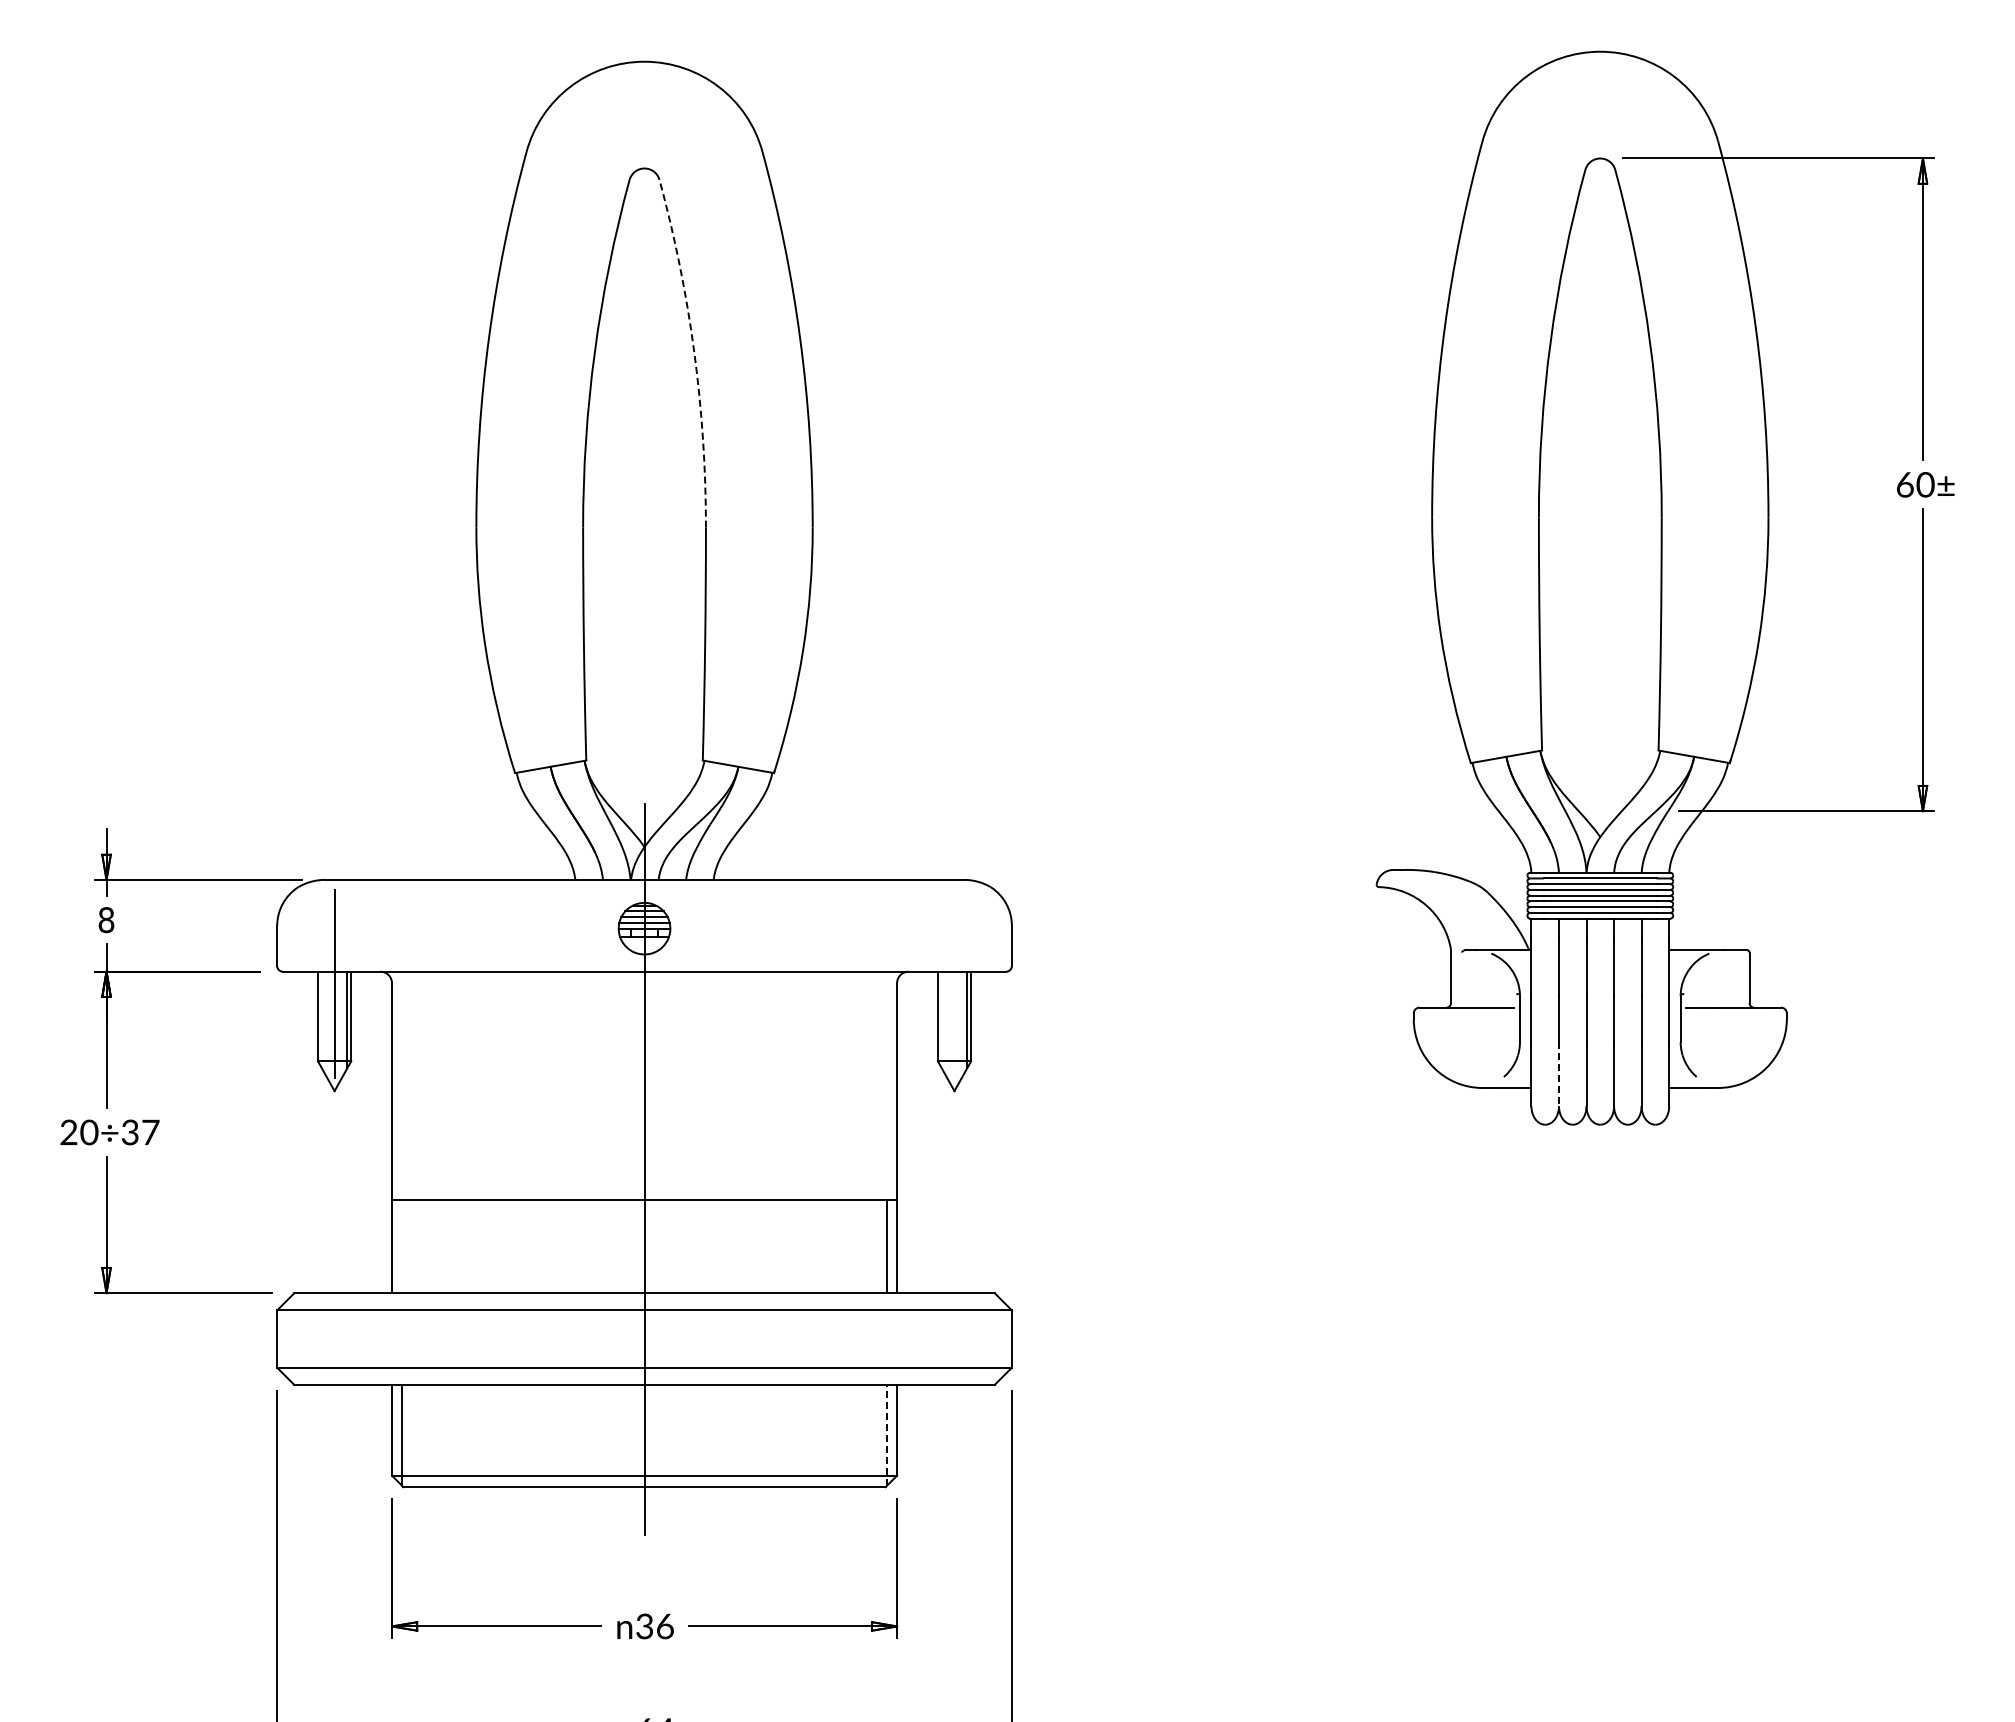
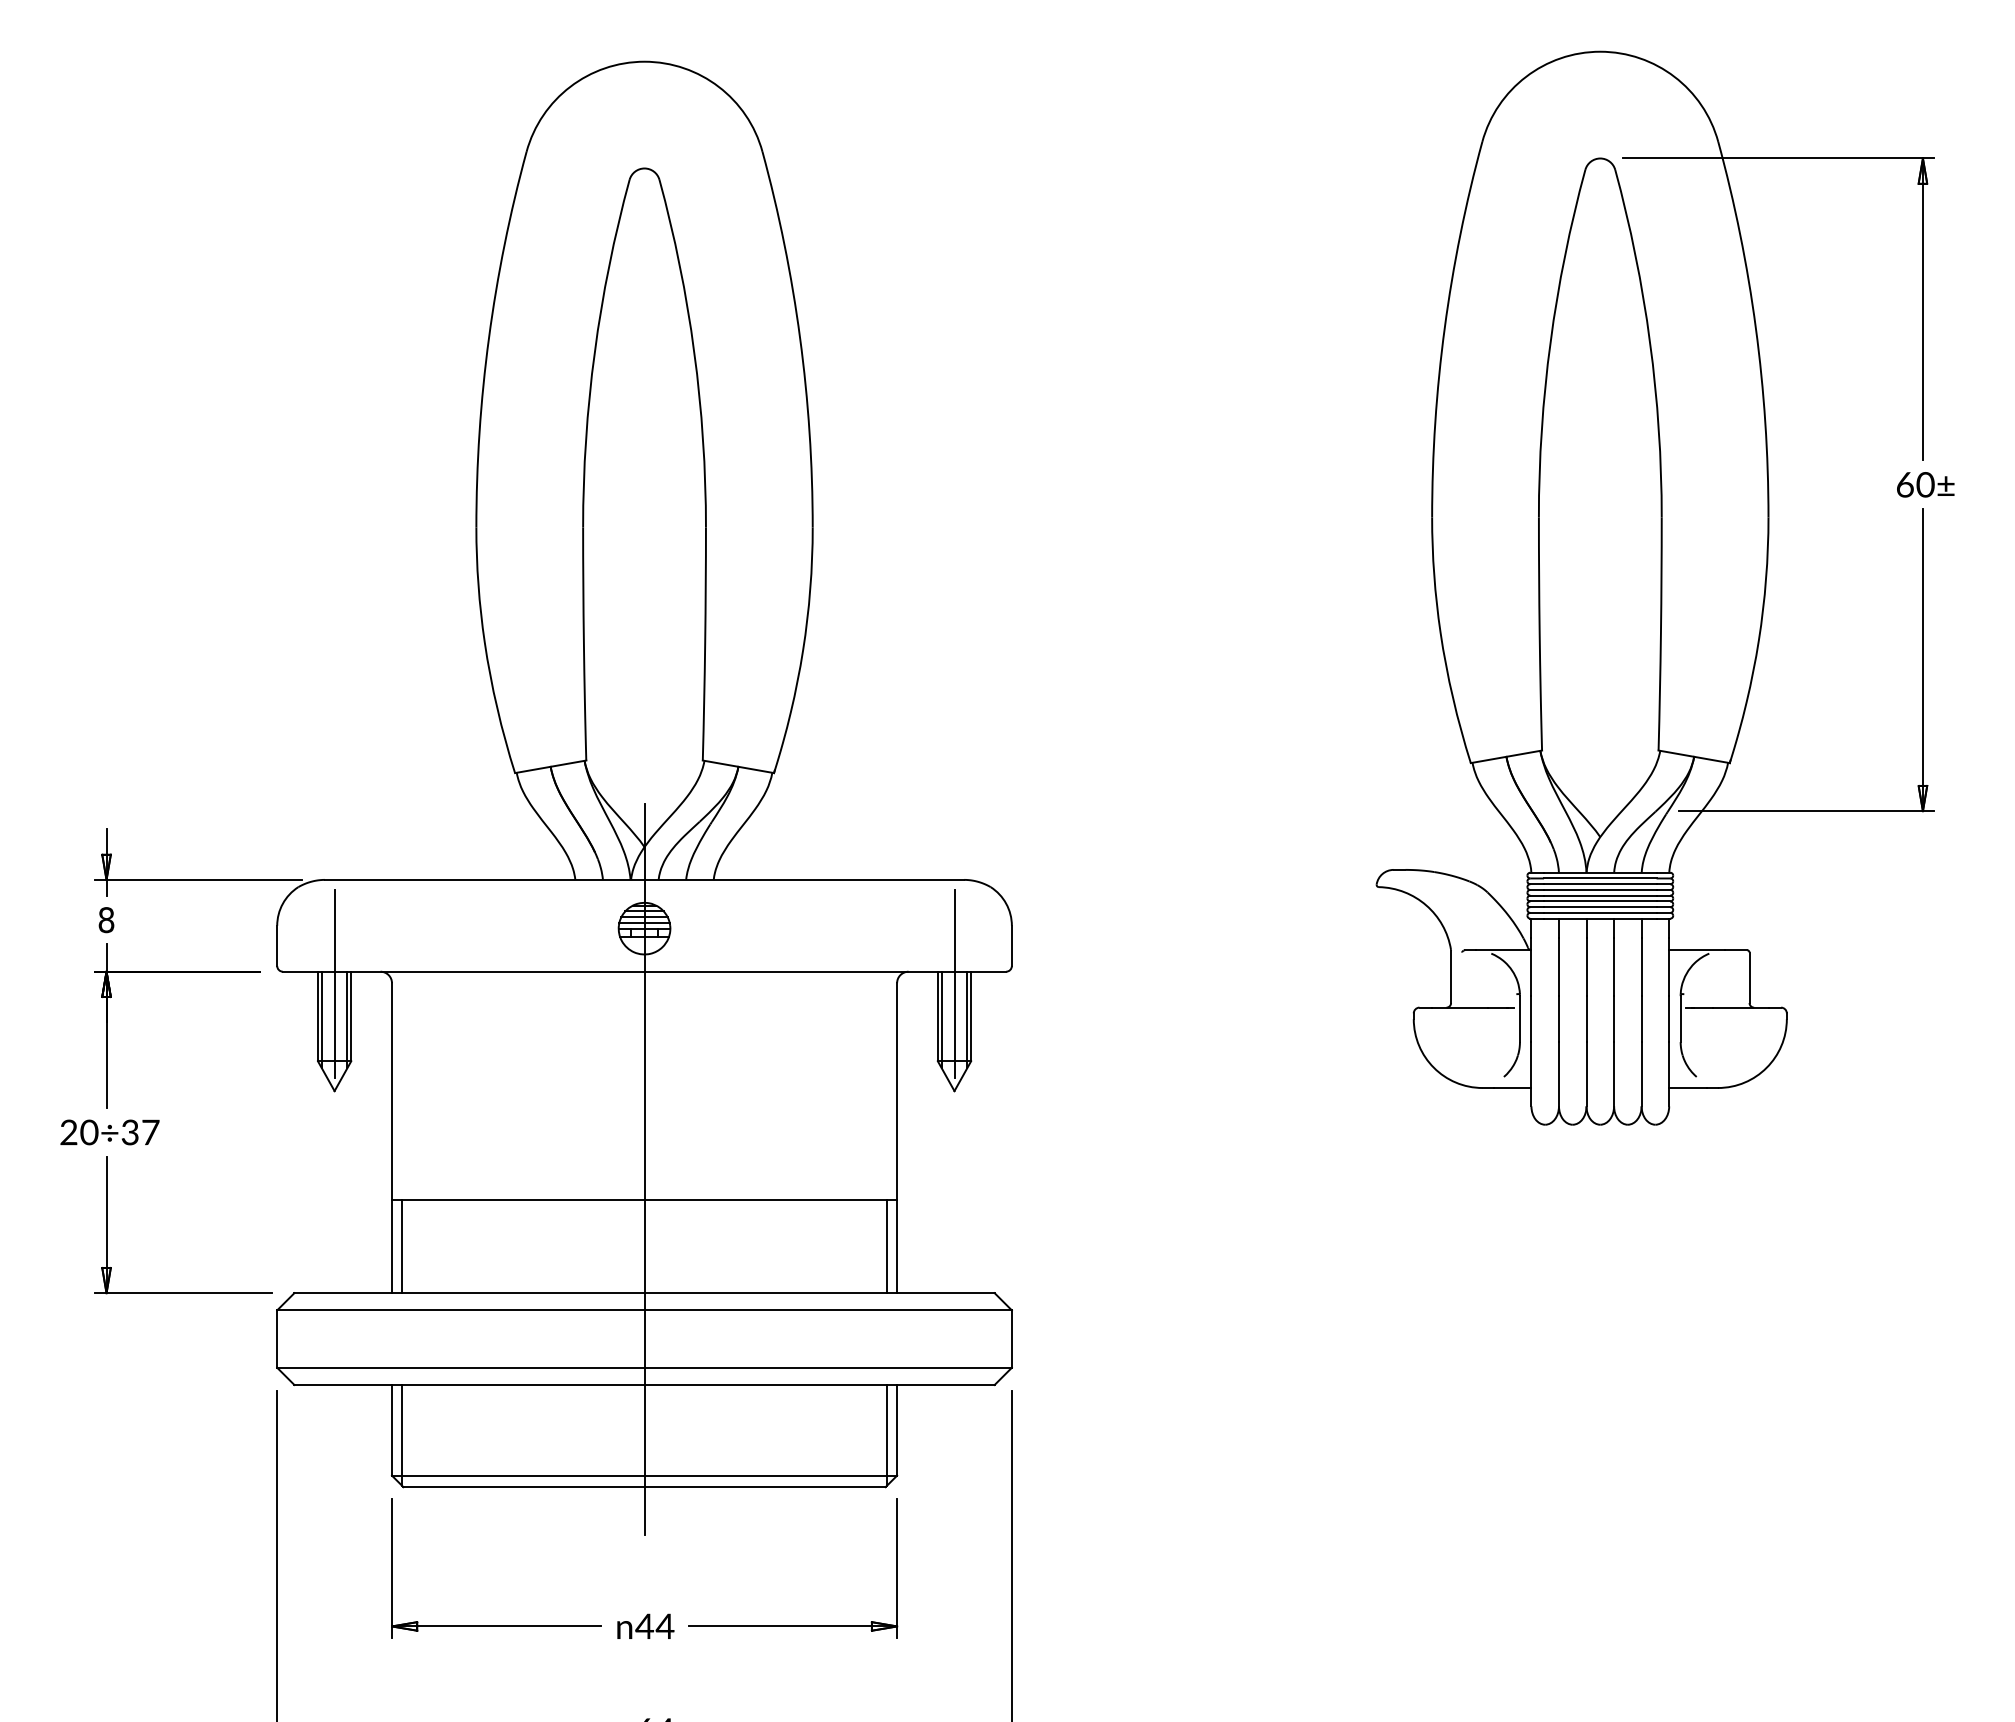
arc at (694, 352): dashed -> solid
line at (954, 984): none -> present
line at (321, 1019): none -> present
line at (941, 1019): none -> present
line at (1558, 1074): dashed -> solid
line at (402, 1246): none -> present
line at (886, 1435): dashed -> solid
text at (654, 1626): 36 -> 44
